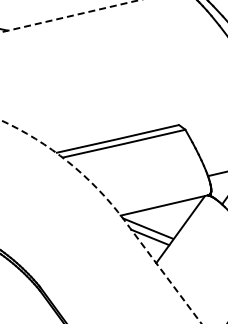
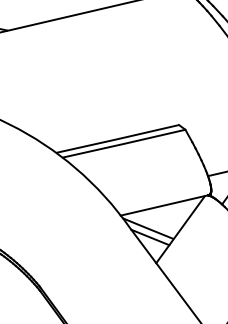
line at (70, 16): dashed -> solid
line at (110, 203): dashed -> solid
